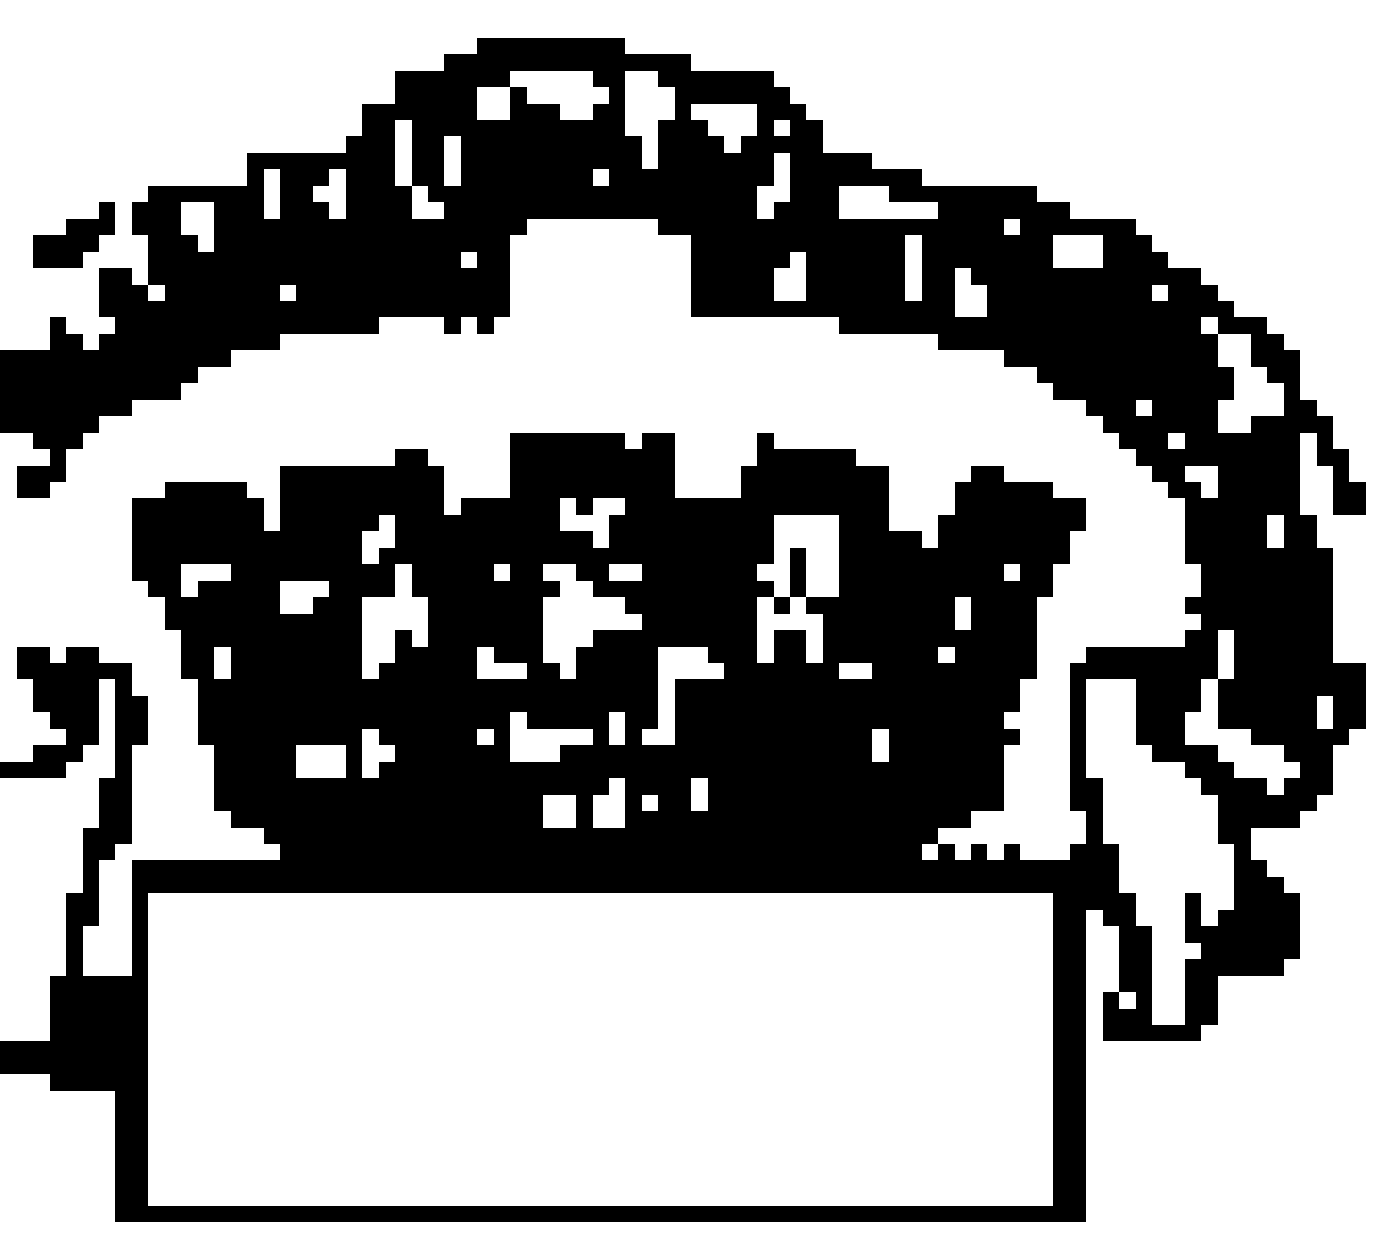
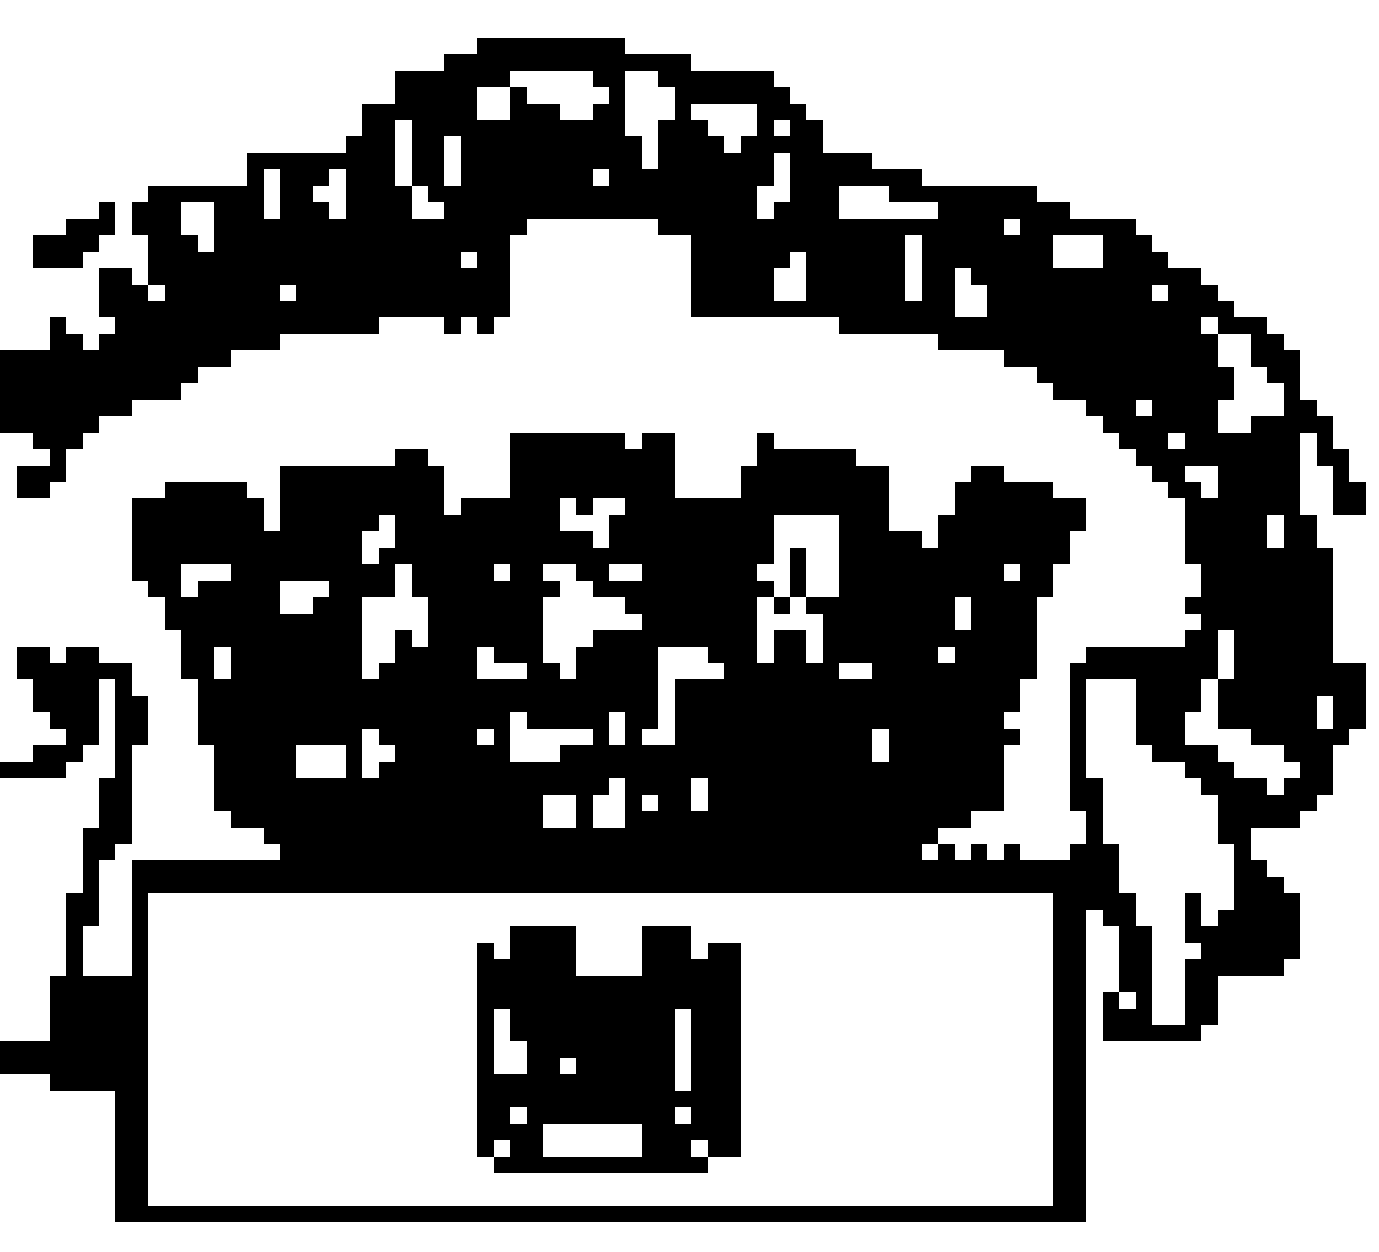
part at (608, 1049): none -> present
